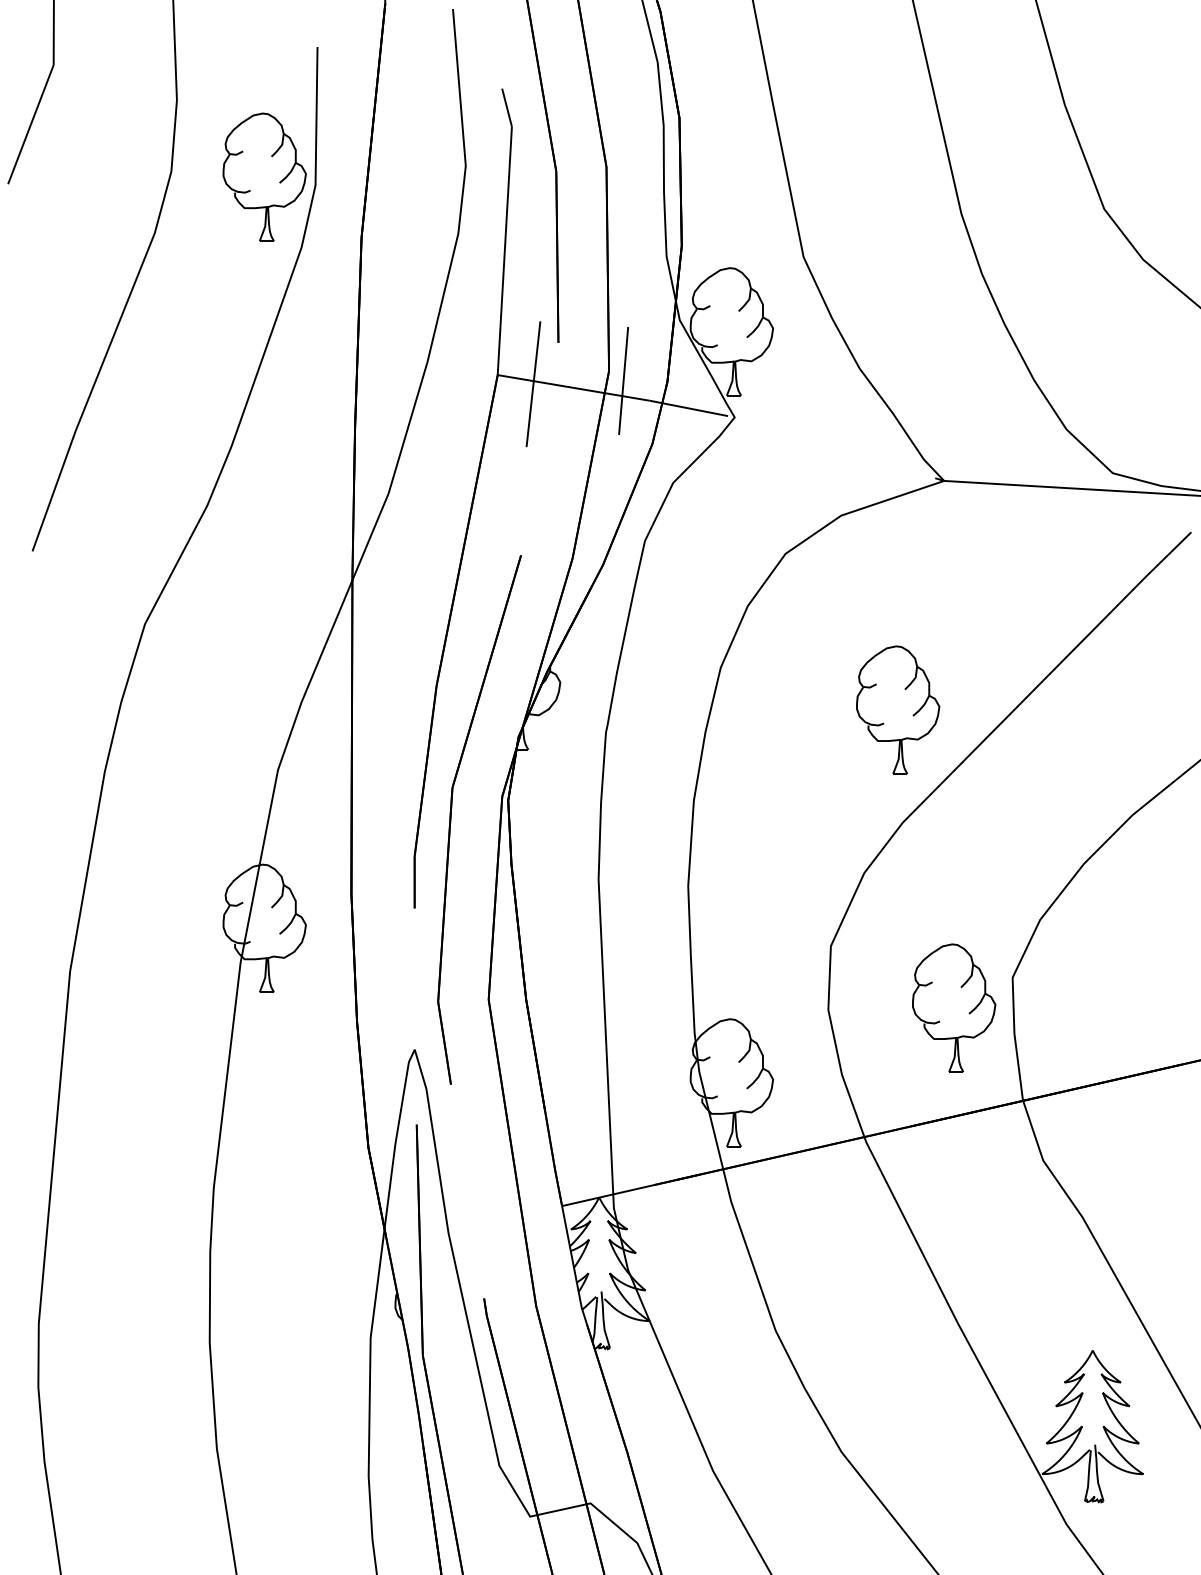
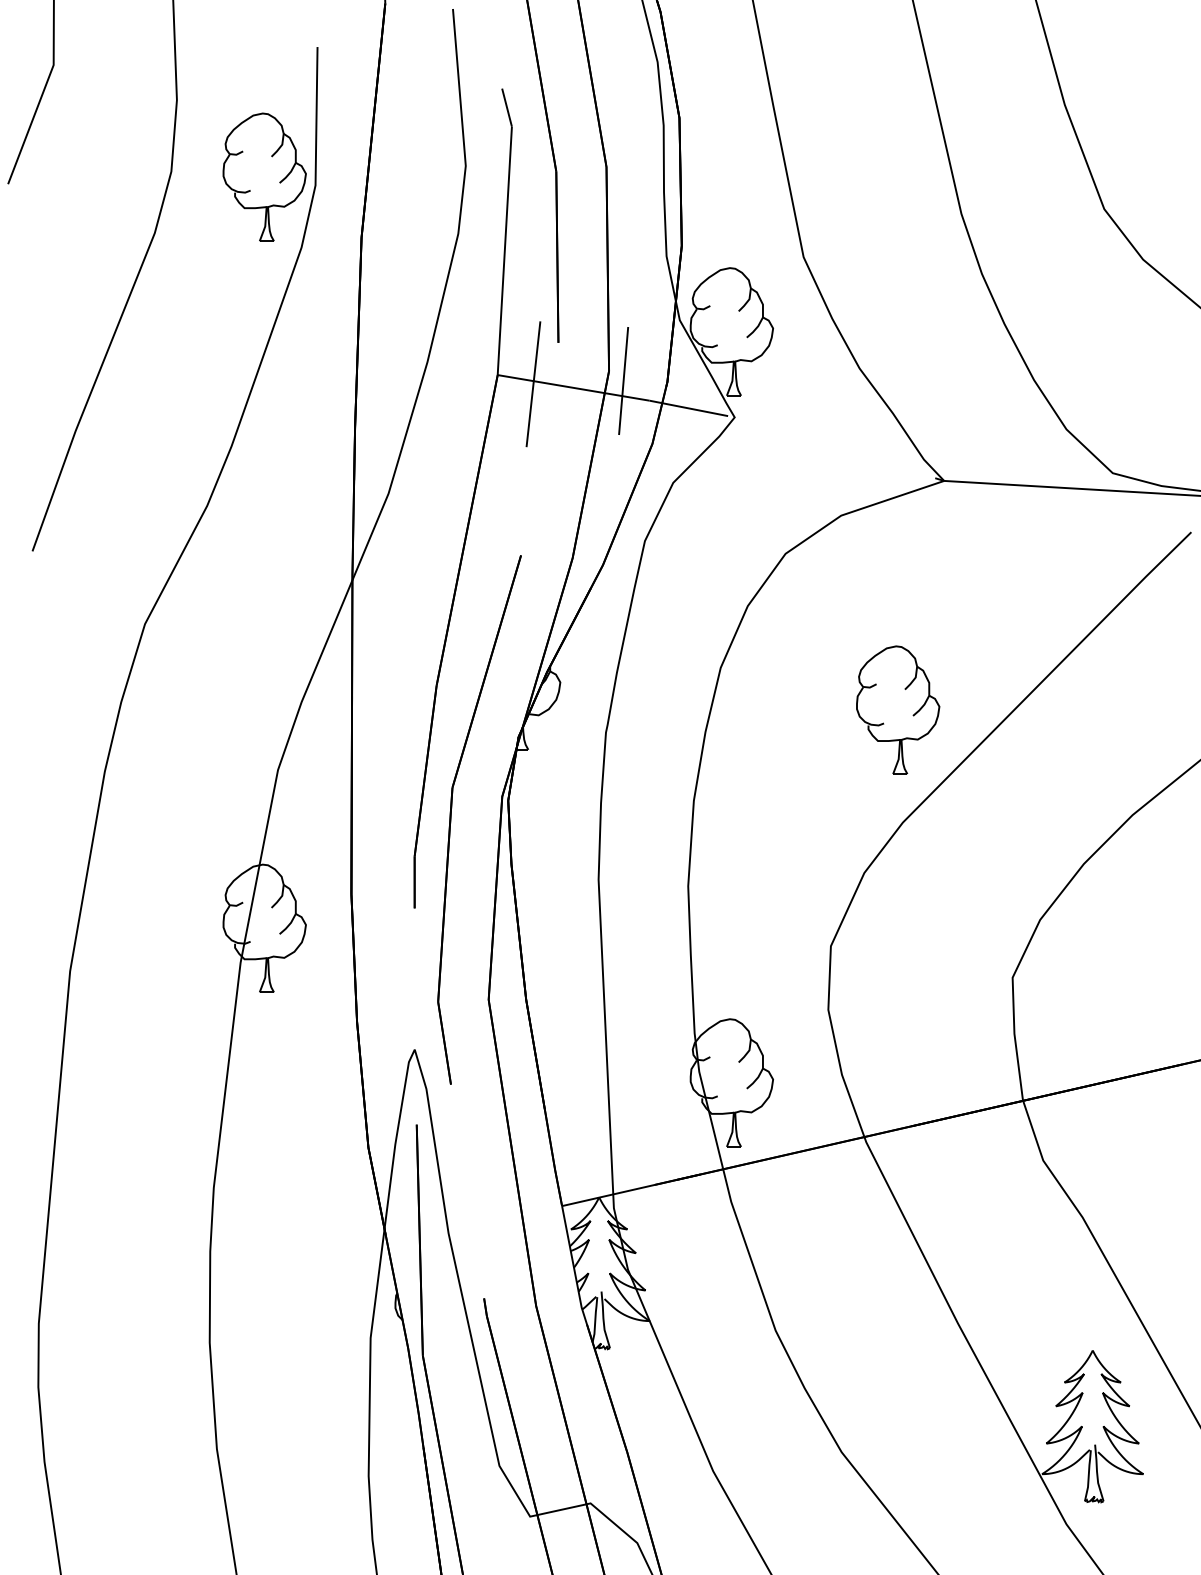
part at (954, 1007): present -> none
